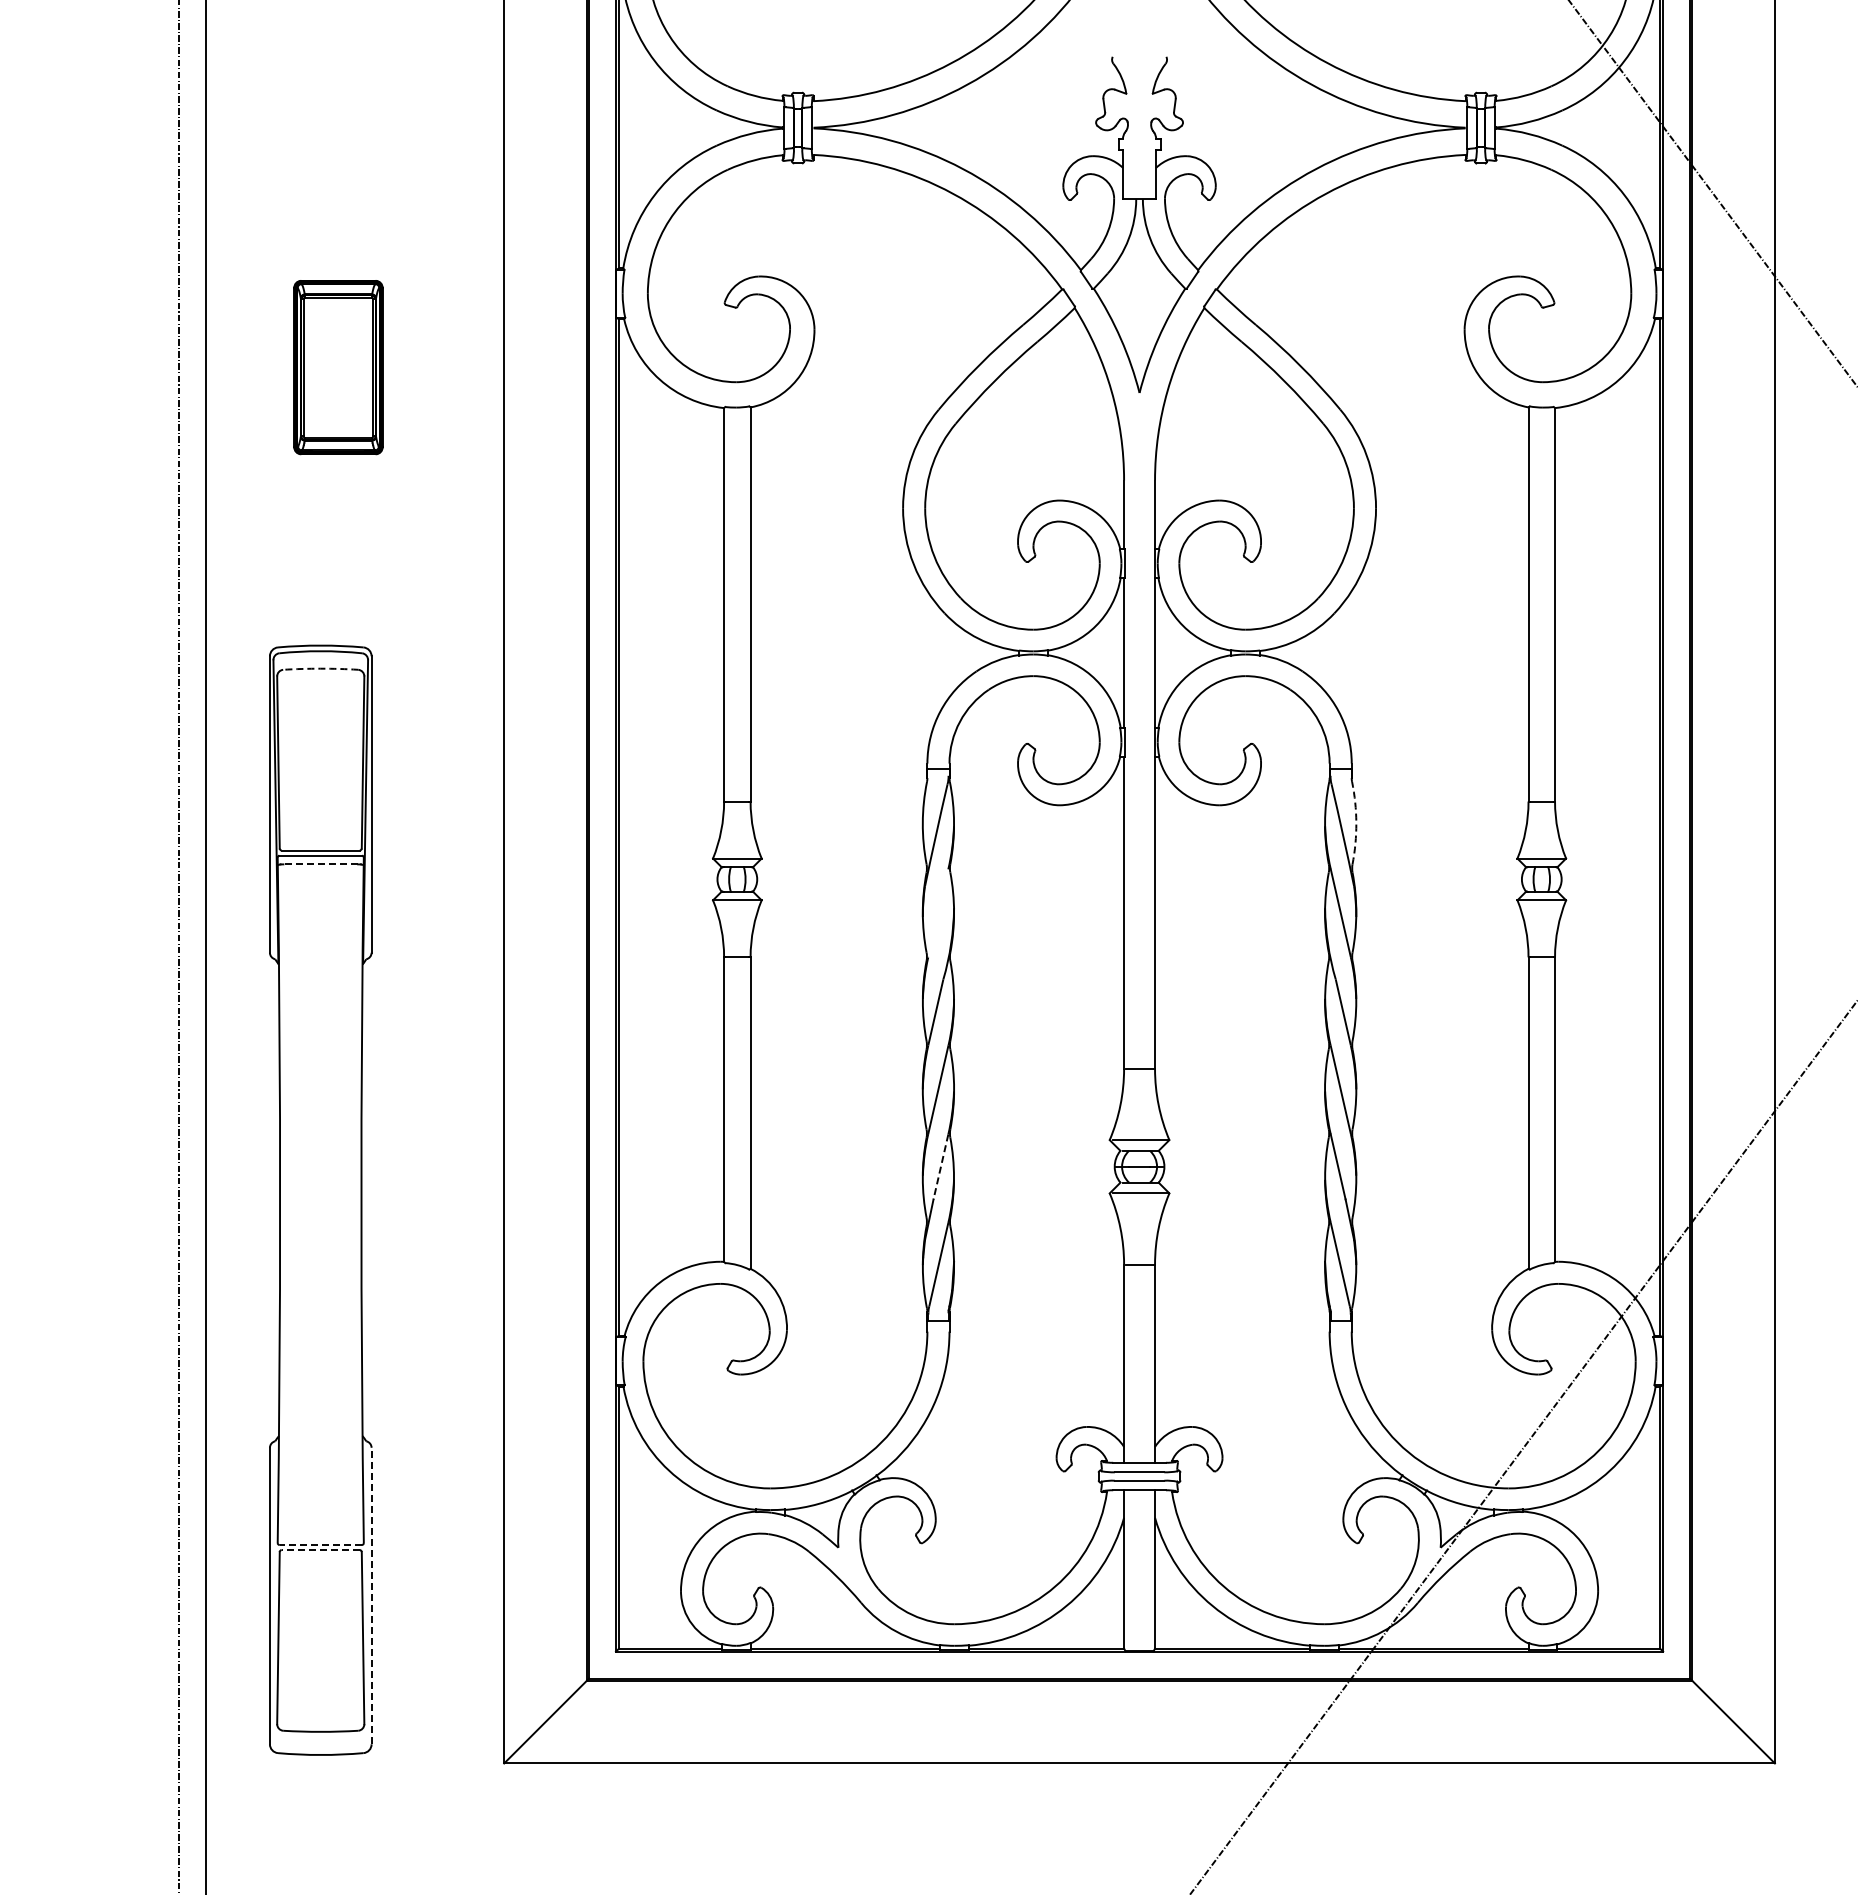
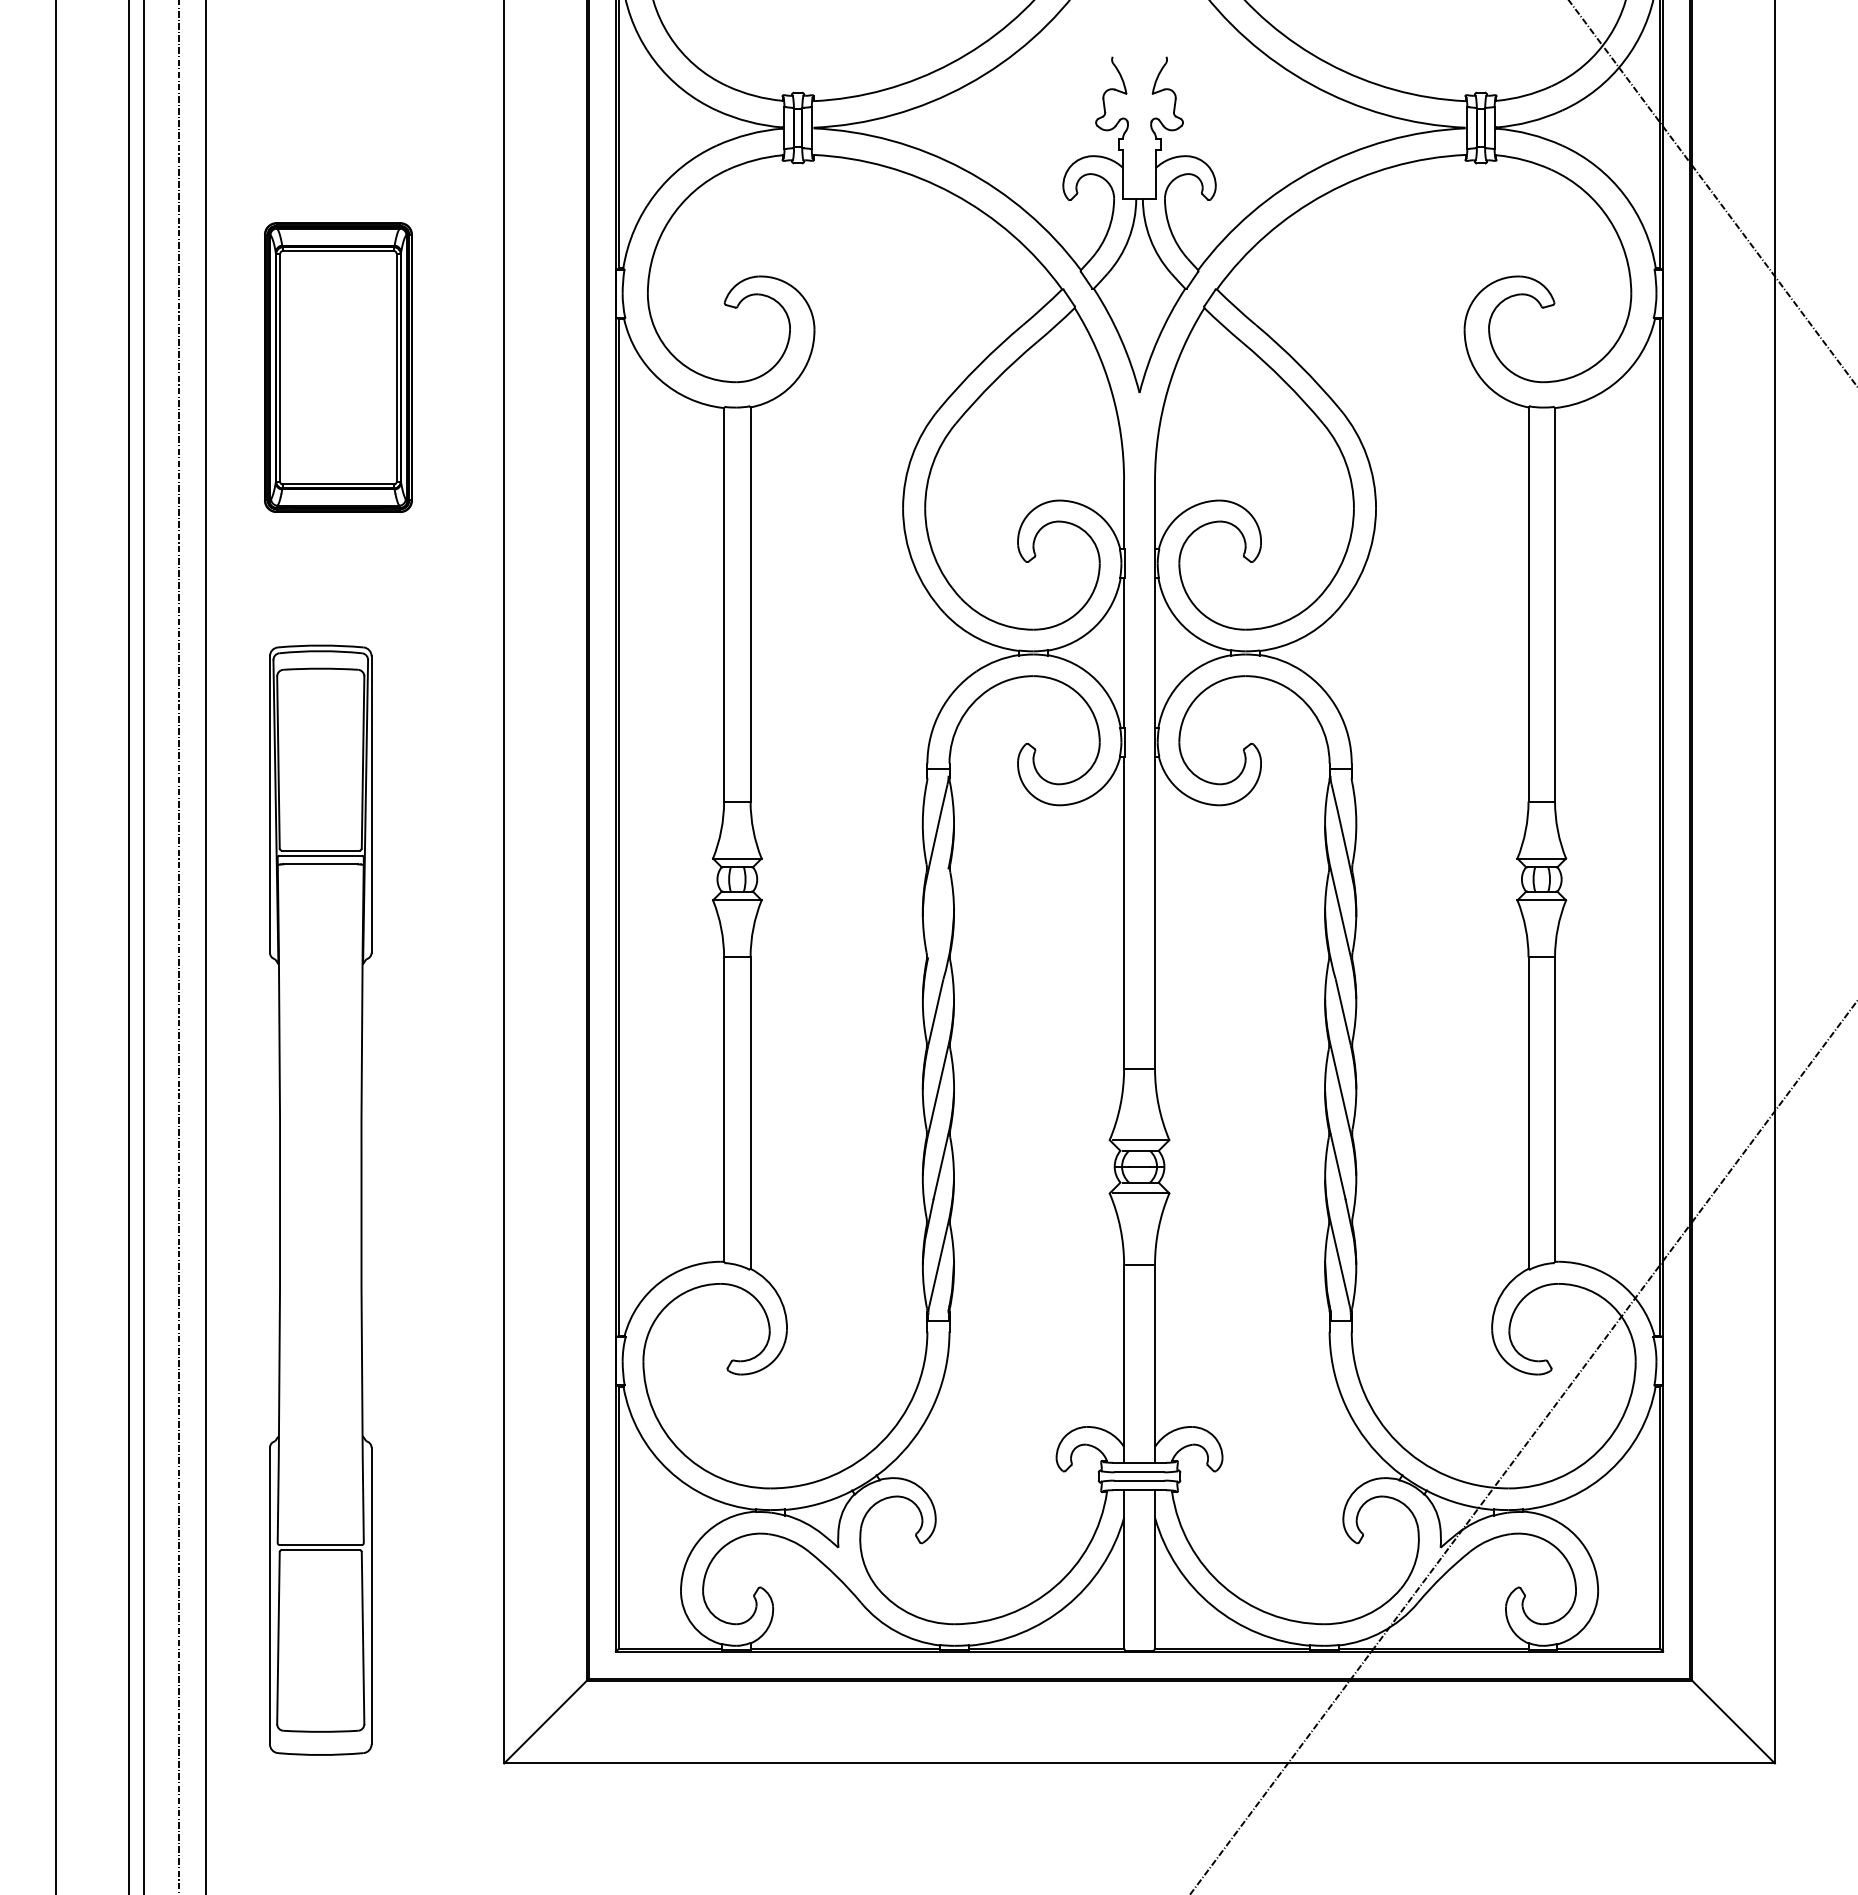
part at (338, 367) size: 91x176 px -> 149x291 px
arc at (320, 668): dashed -> solid
arc at (1356, 823): dashed -> solid
line at (320, 864): dashed -> solid
line at (55, 946): none -> present
line at (128, 946): none -> present
line at (143, 946): none -> present
line at (940, 1167): dashed -> solid
line at (320, 1544): dashed -> solid
line at (320, 1550): dashed -> solid
line at (371, 1595): dashed -> solid
